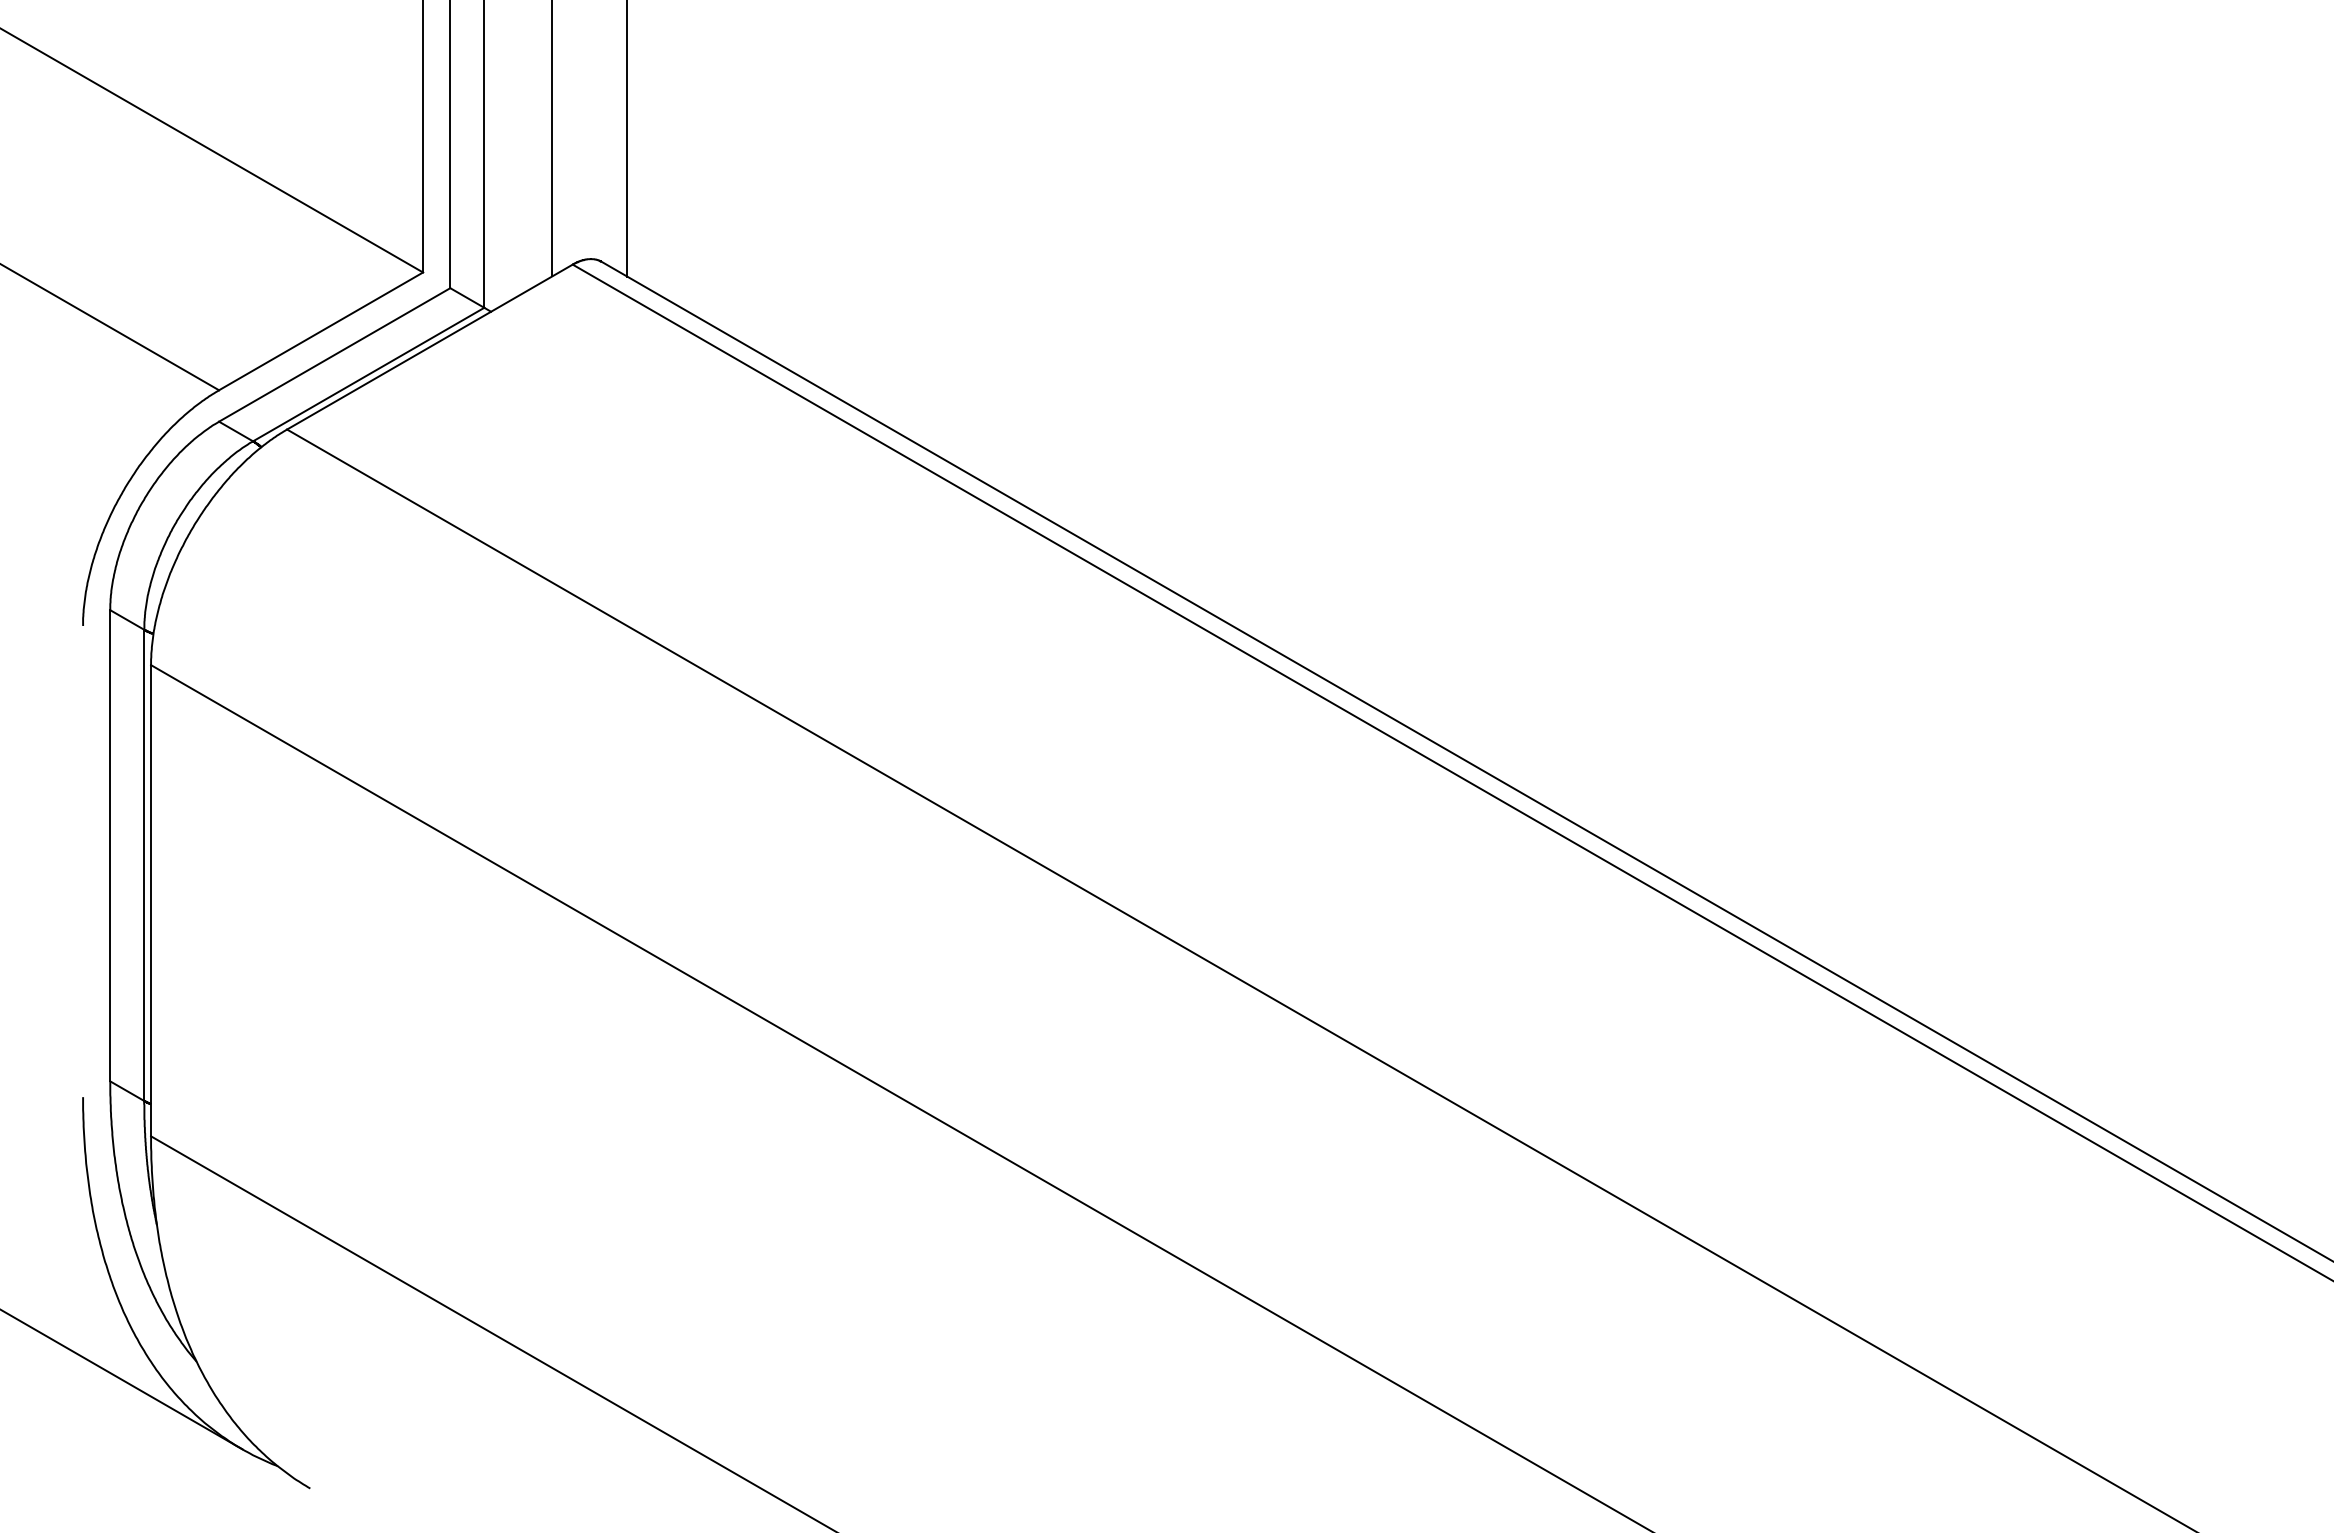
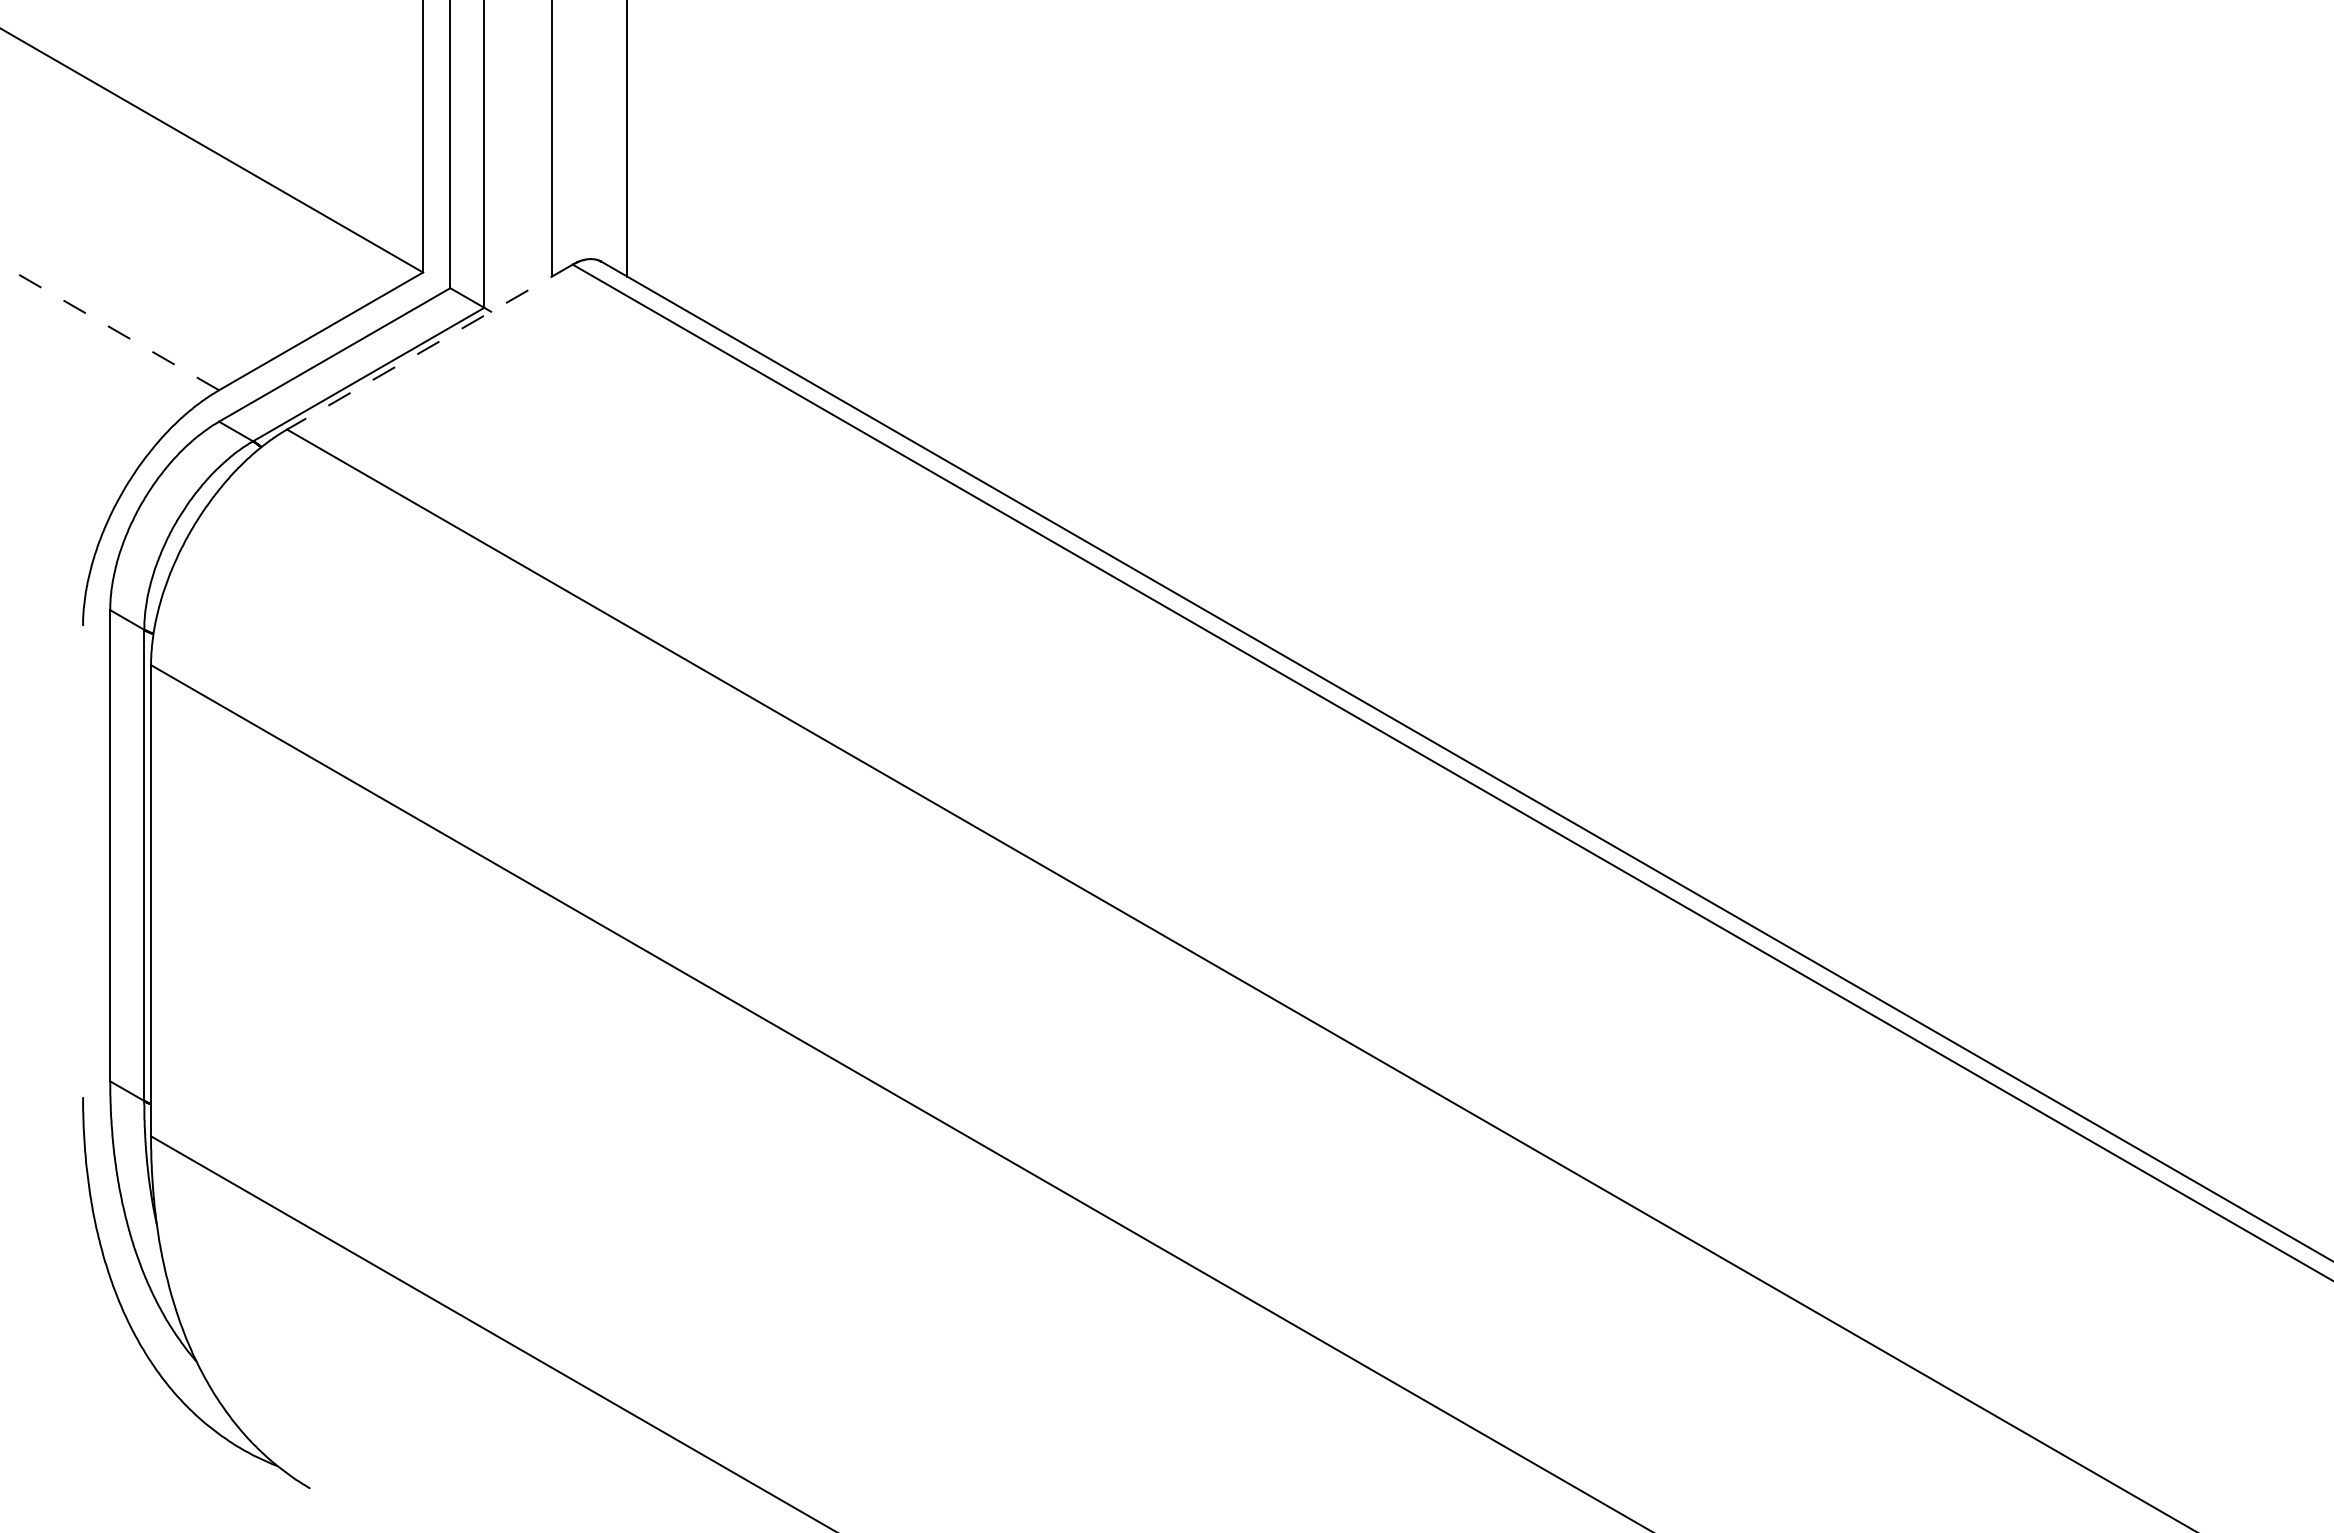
line at (109, 326): solid -> dashed
line at (429, 347): solid -> dashed
line at (122, 1379): present -> none
